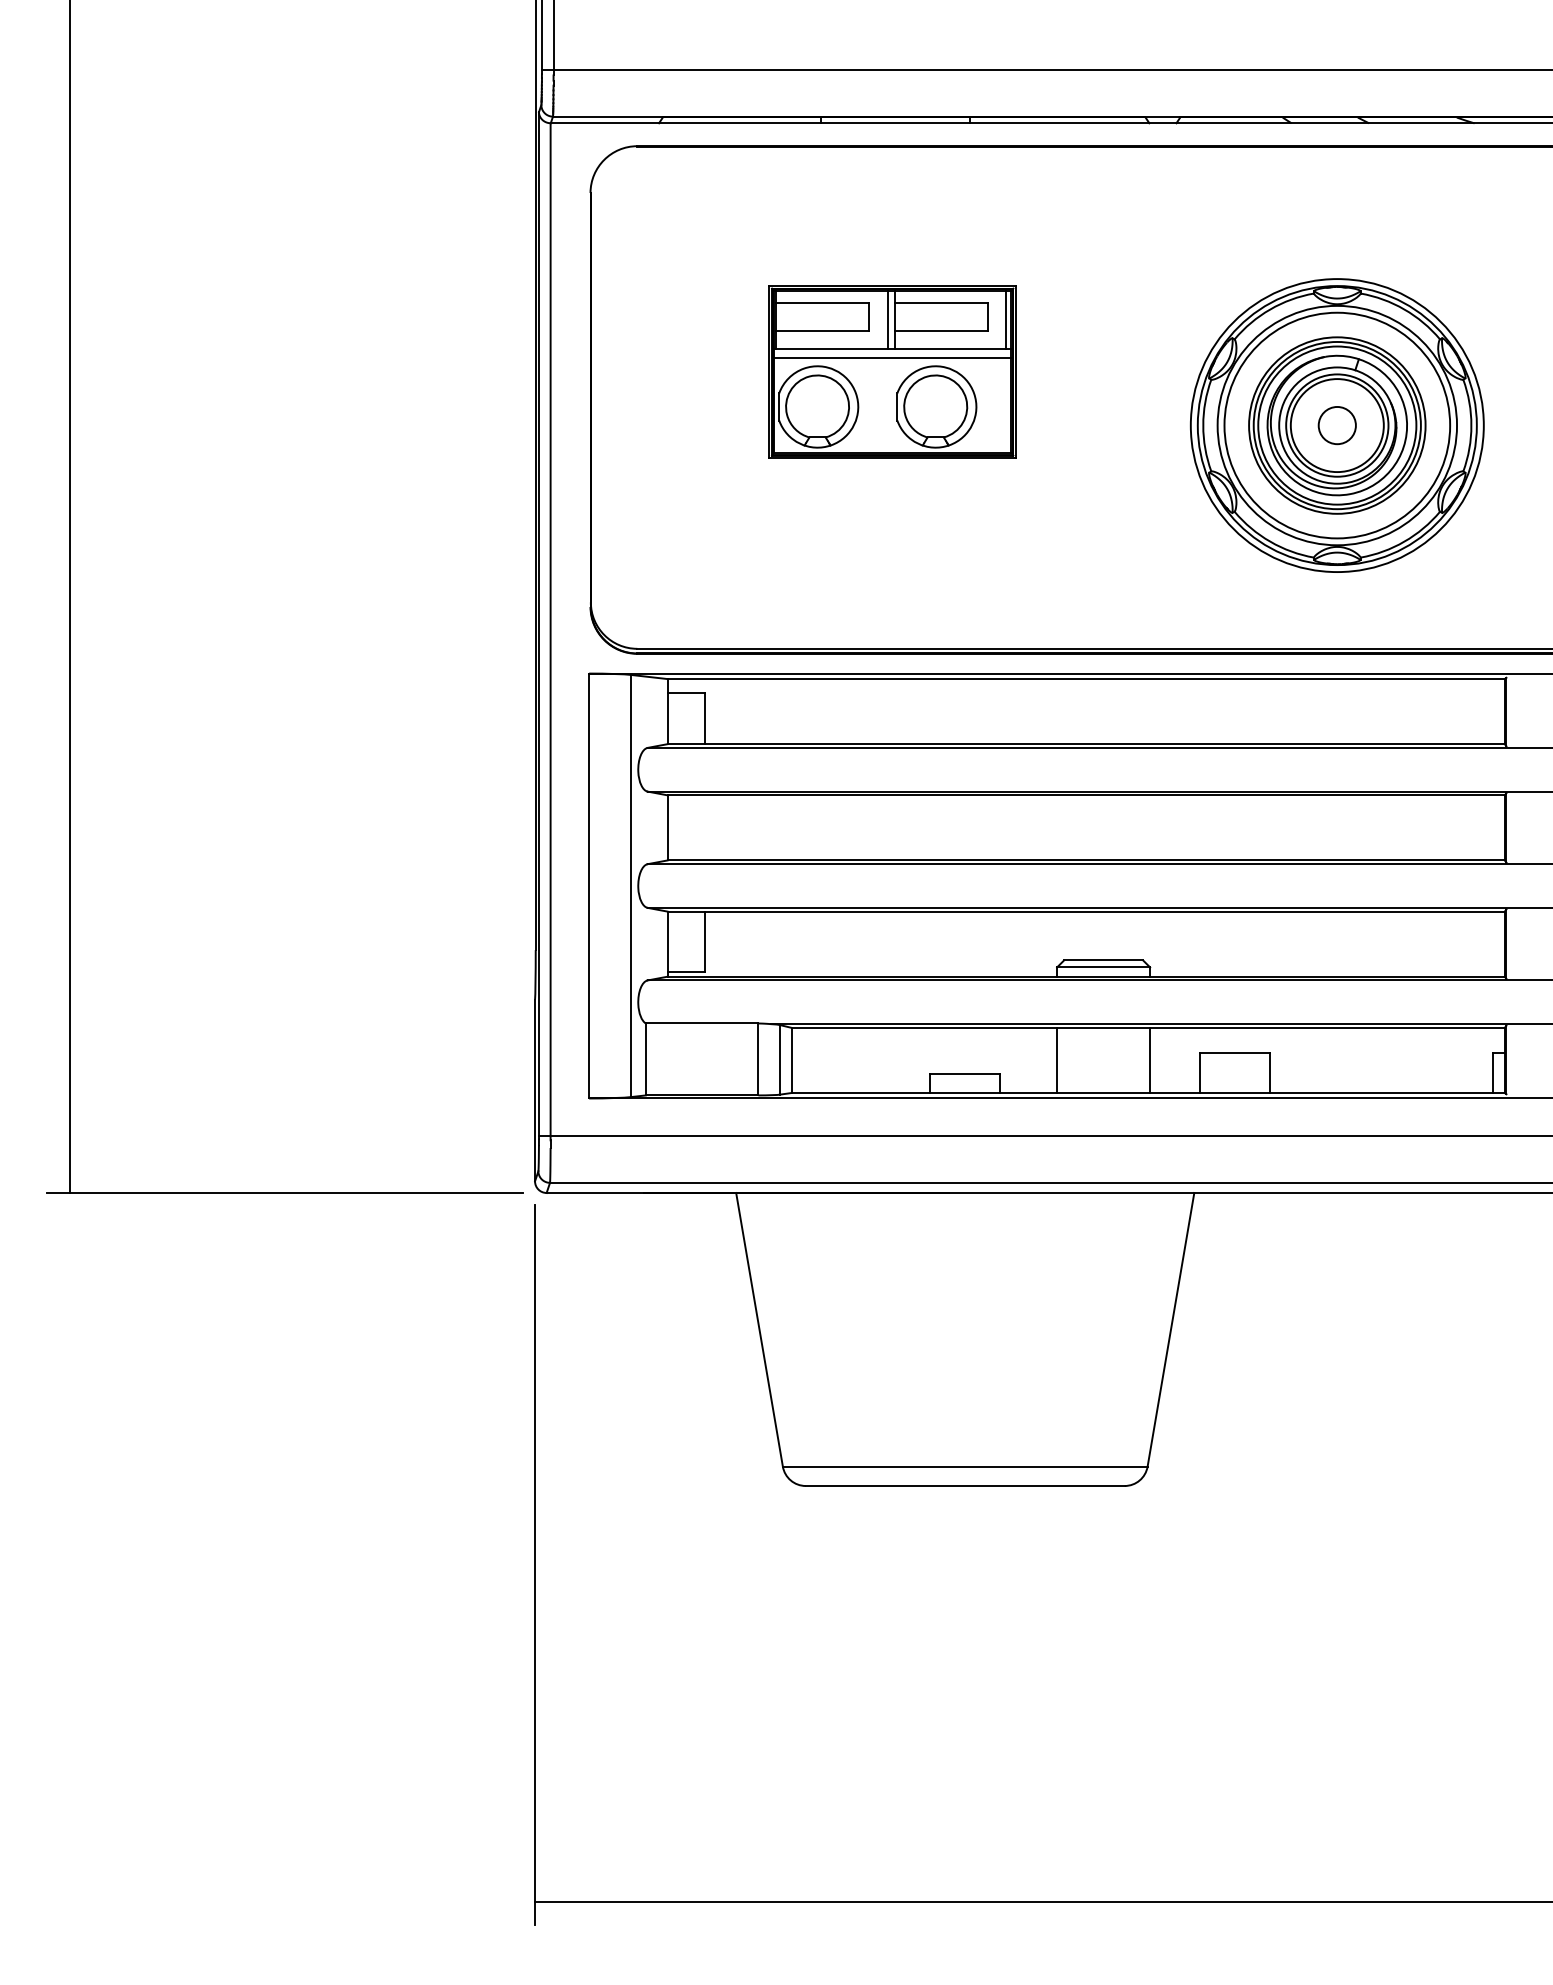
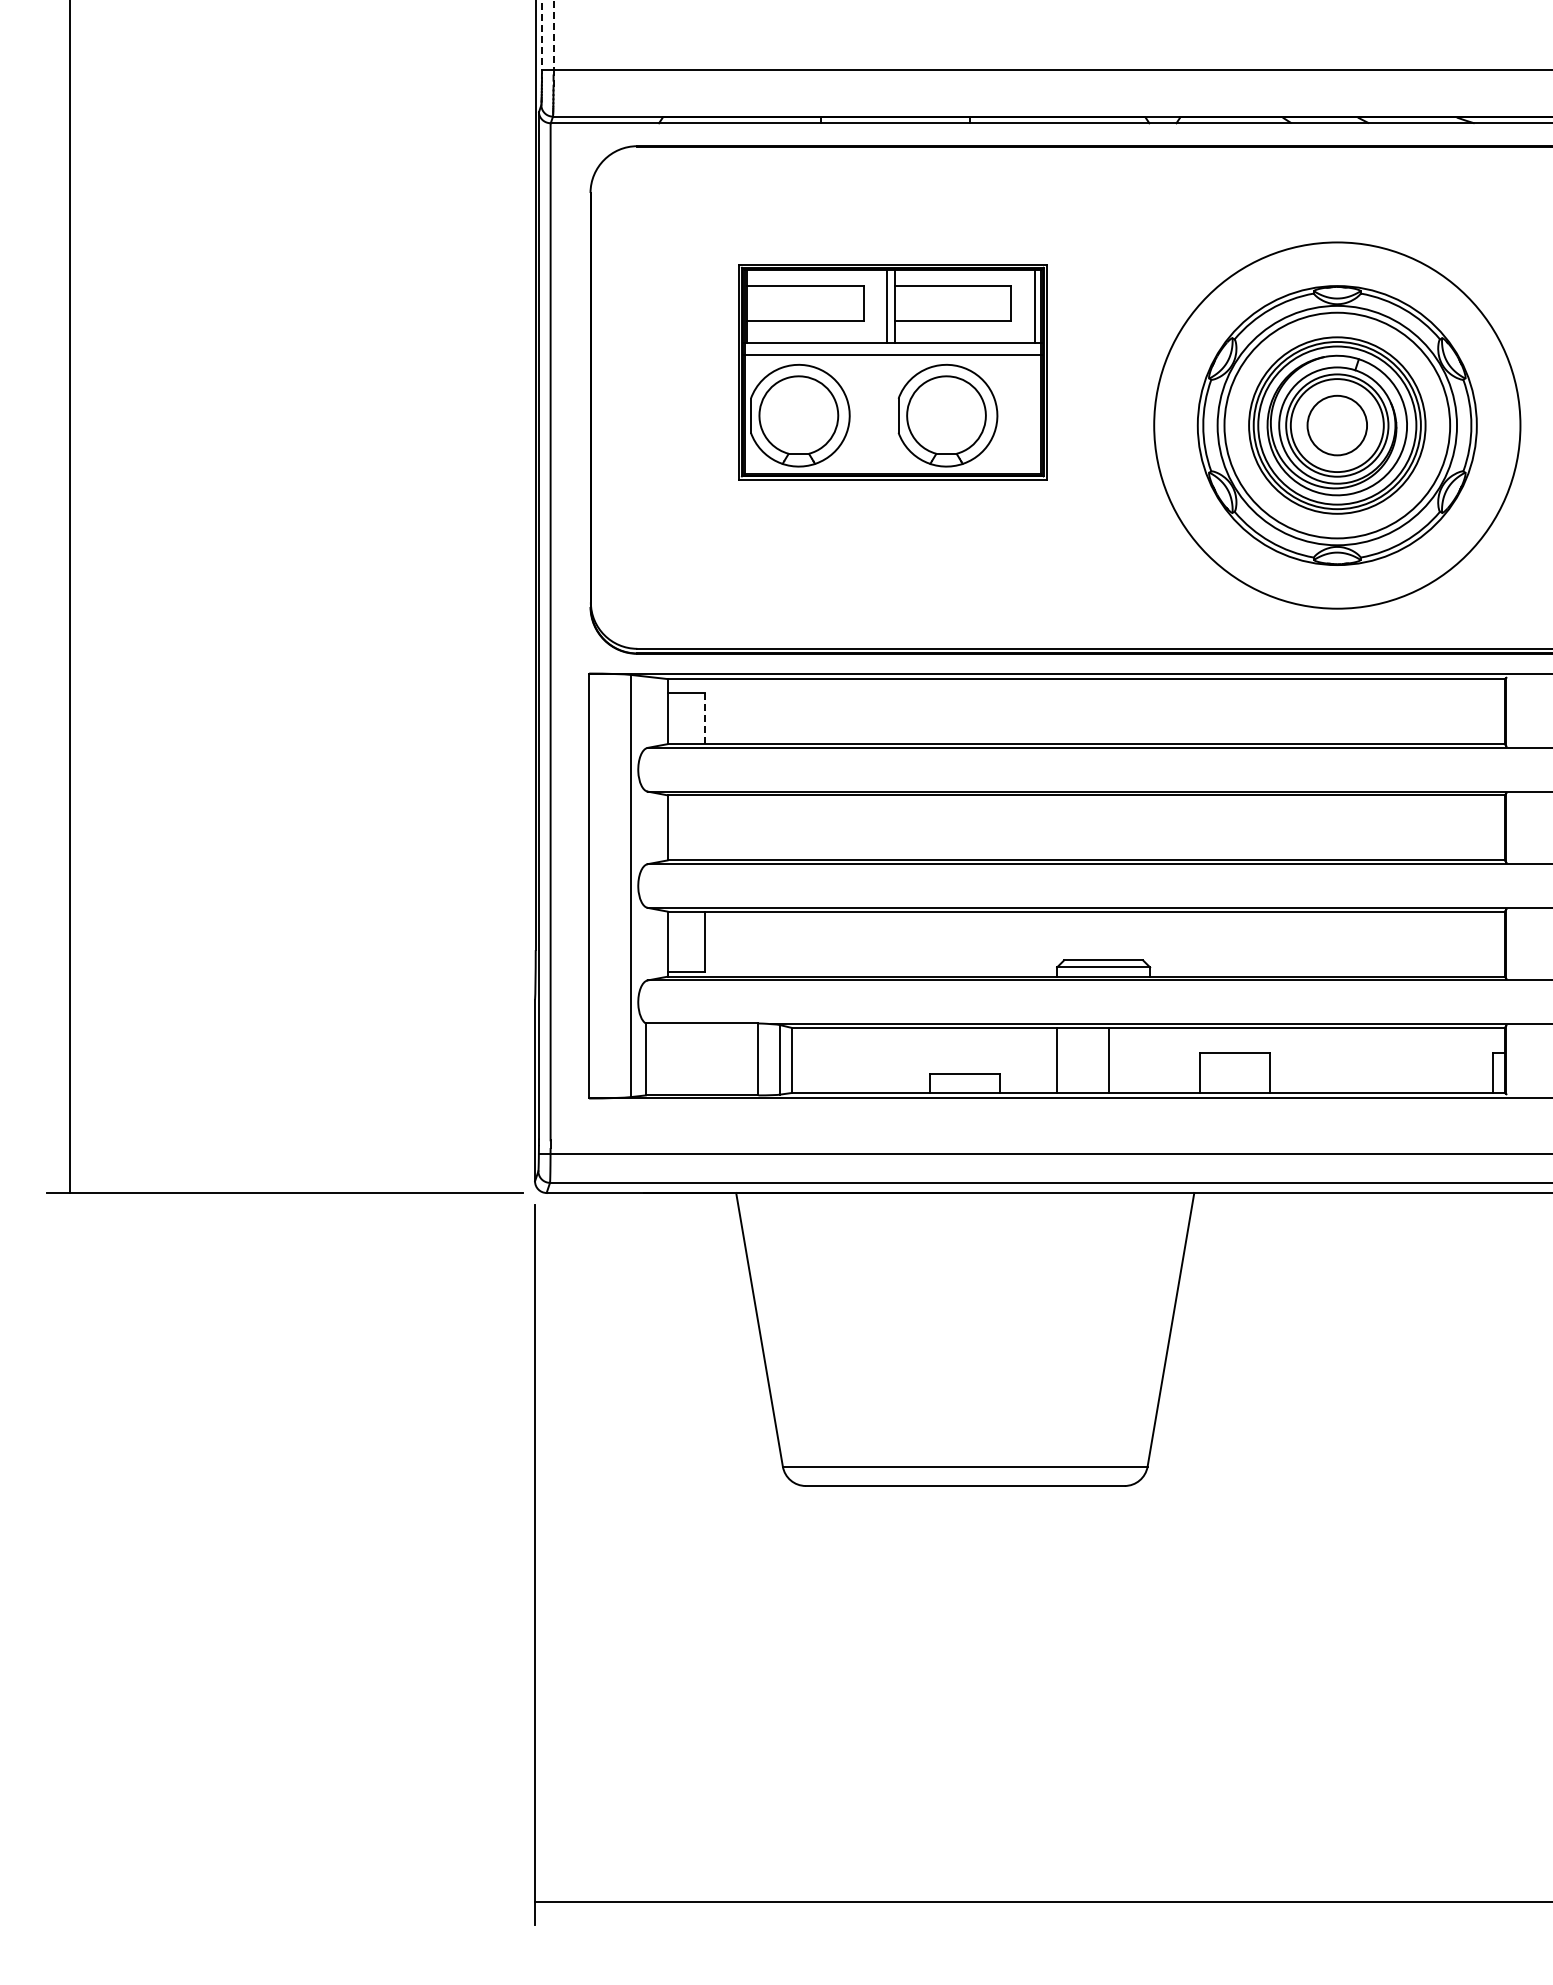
line at (553, 35): solid -> dashed
line at (541, 37): solid -> dashed
part at (892, 371) size: 249x174 px -> 310x217 px
circle at (1336, 425) diameter: 293 px -> 366 px
circle at (1336, 425) diameter: 37 px -> 60 px
line at (704, 718): solid -> dashed
line at (1150, 1060) position: (1150, 1060) -> (1109, 1060)
line at (1043, 1136) position: (1043, 1136) -> (1043, 1154)
